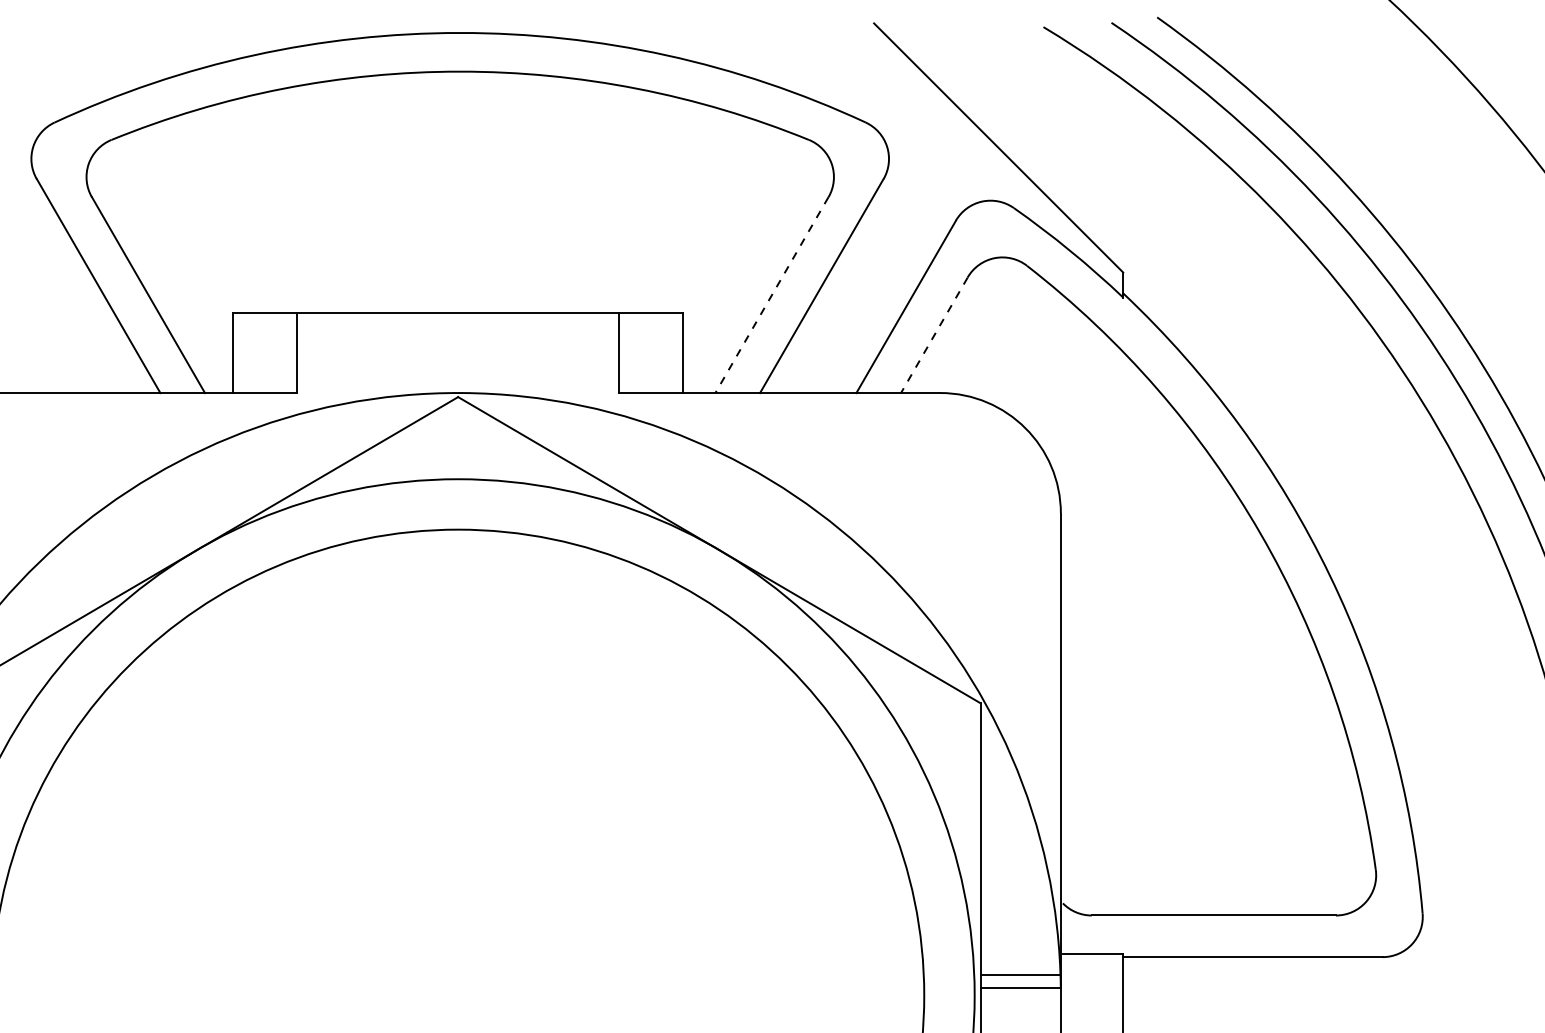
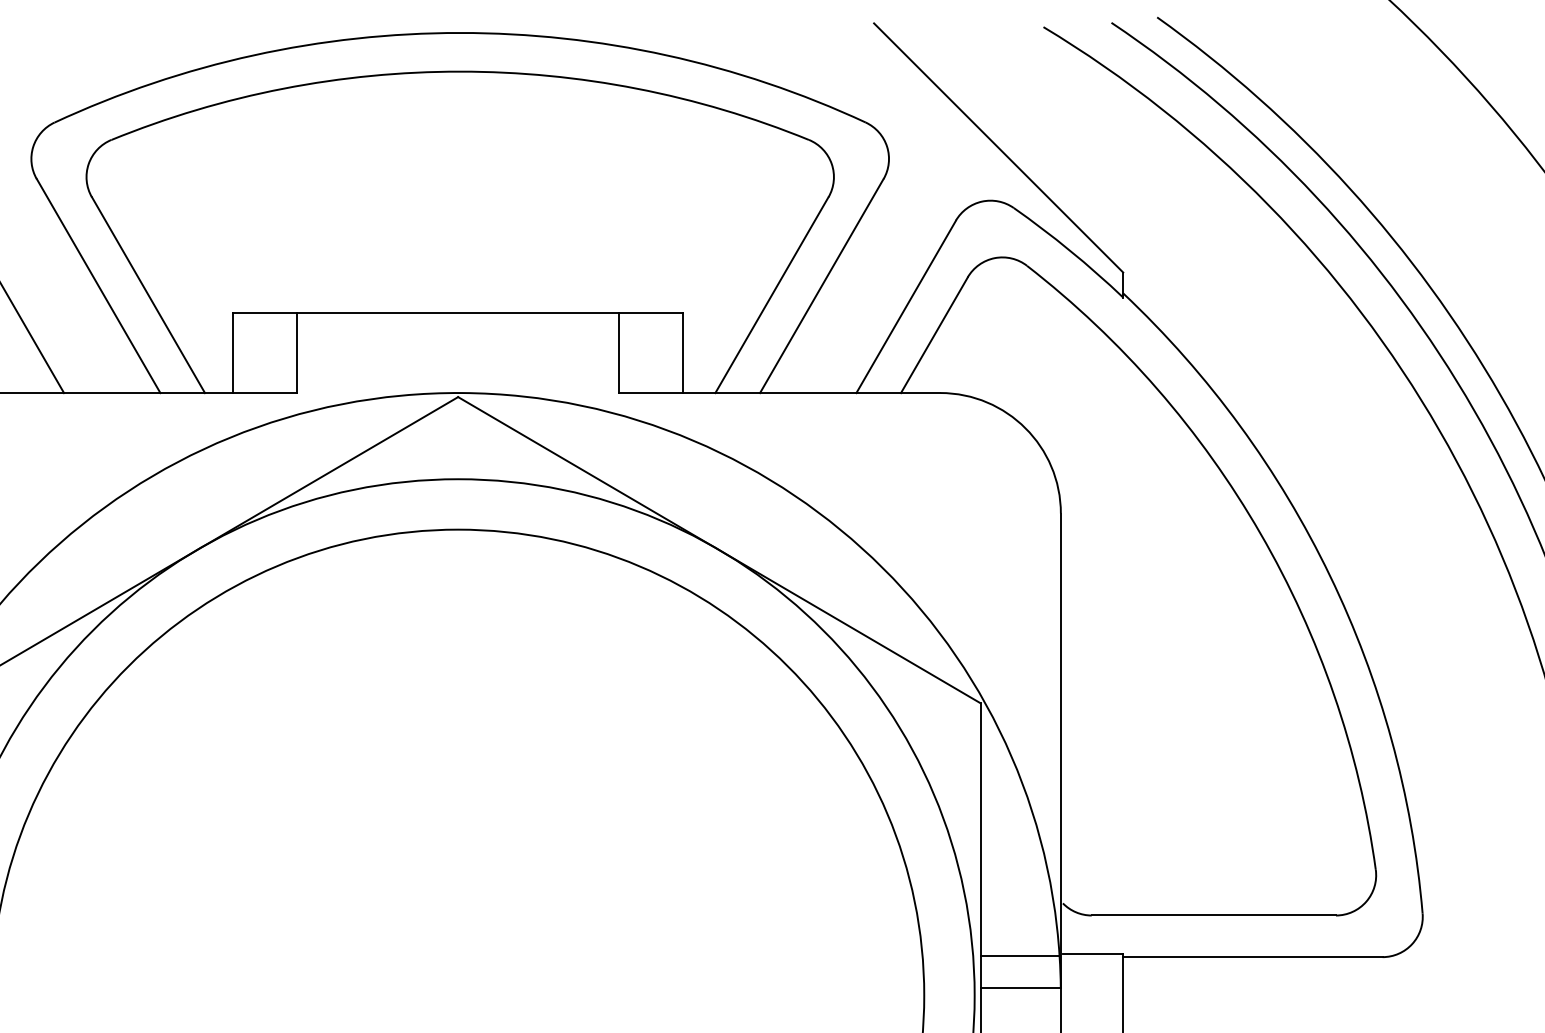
line at (771, 295): dashed -> solid
line at (934, 335): dashed -> solid
line at (33, 339): none -> present
line at (1019, 974) position: (1019, 974) -> (1019, 955)
